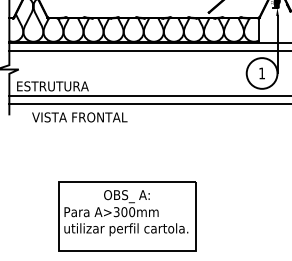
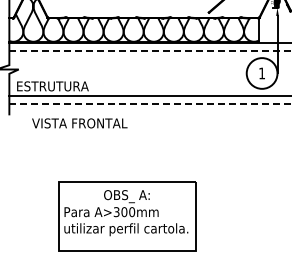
line at (150, 51): solid -> dashed
line at (150, 103): solid -> dashed
text at (79, 117) position: (79, 117) -> (79, 123)
